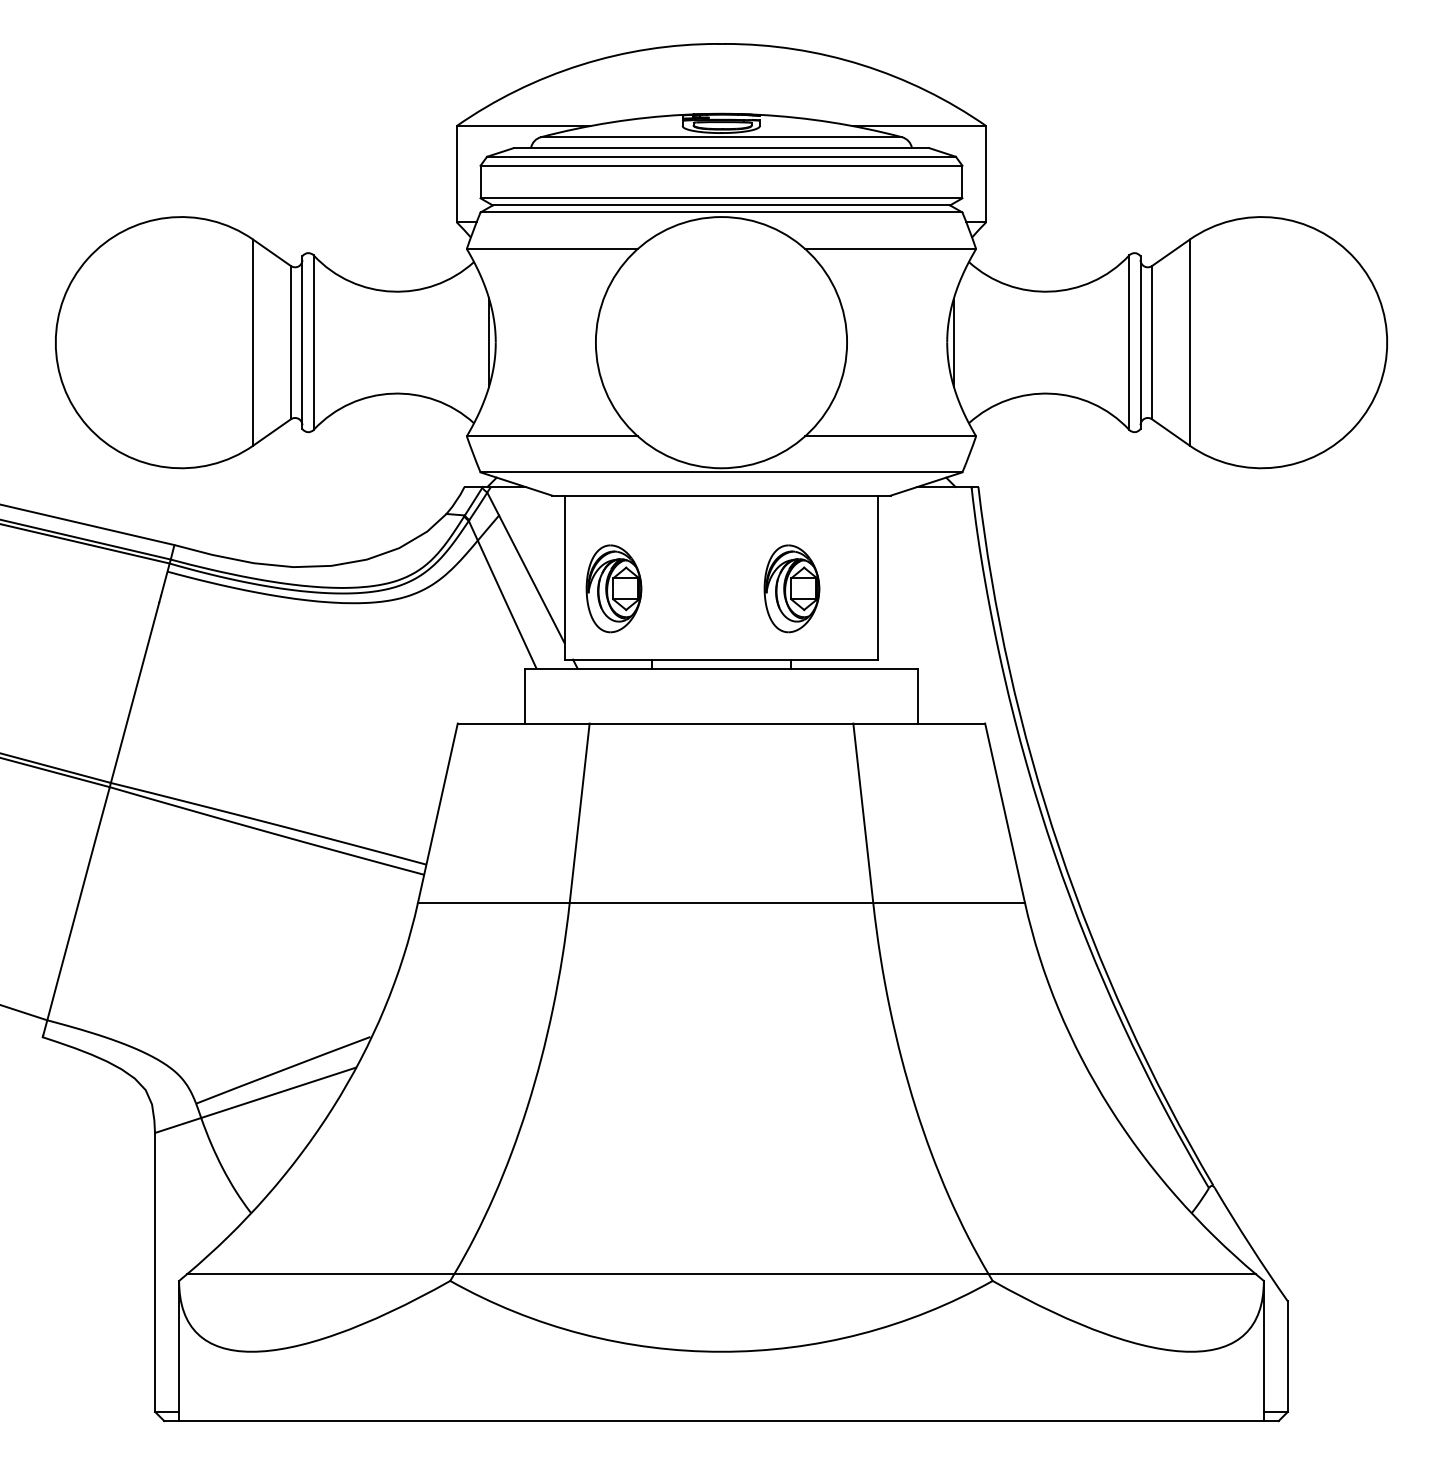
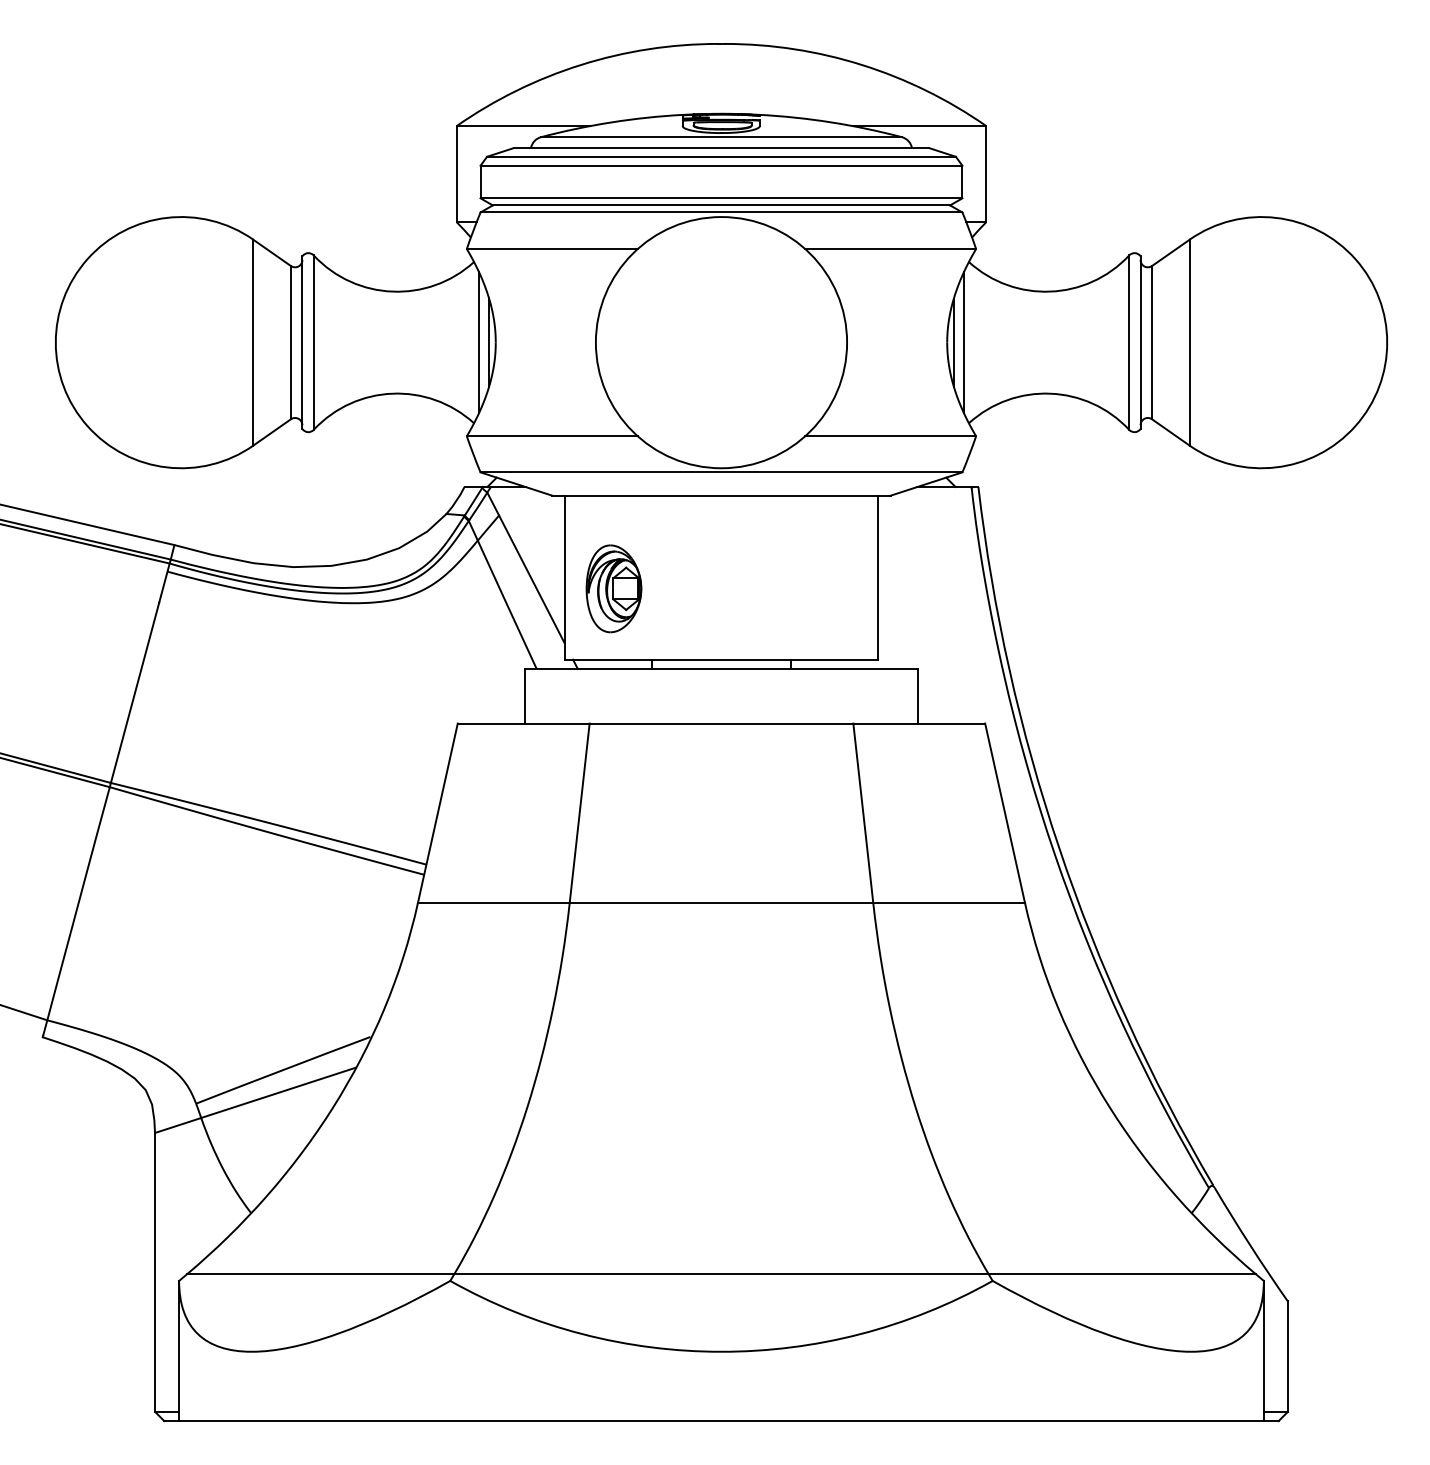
line at (478, 342): none -> present
line at (964, 342): none -> present
part at (791, 588): present -> none
